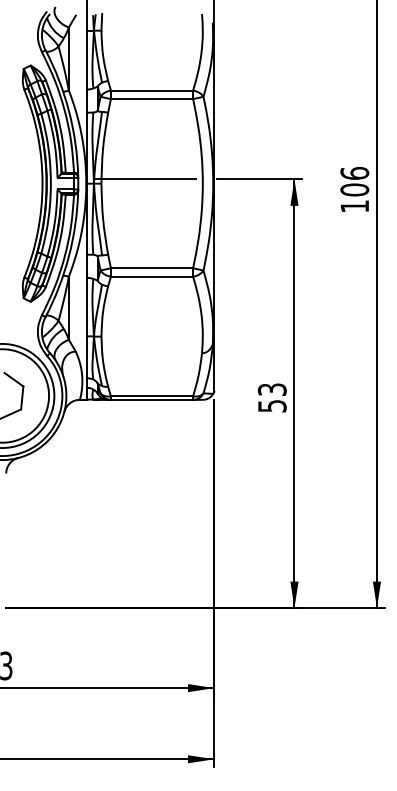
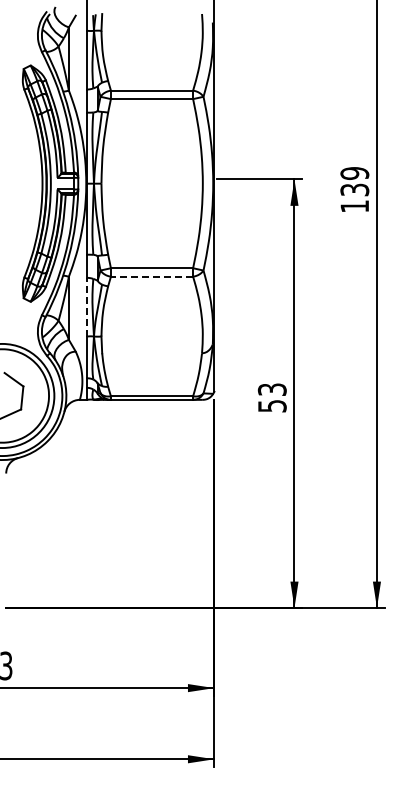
line at (151, 179): present -> none
text at (354, 181): 106 -> 139
line at (151, 276): solid -> dashed
line at (87, 306): solid -> dashed
